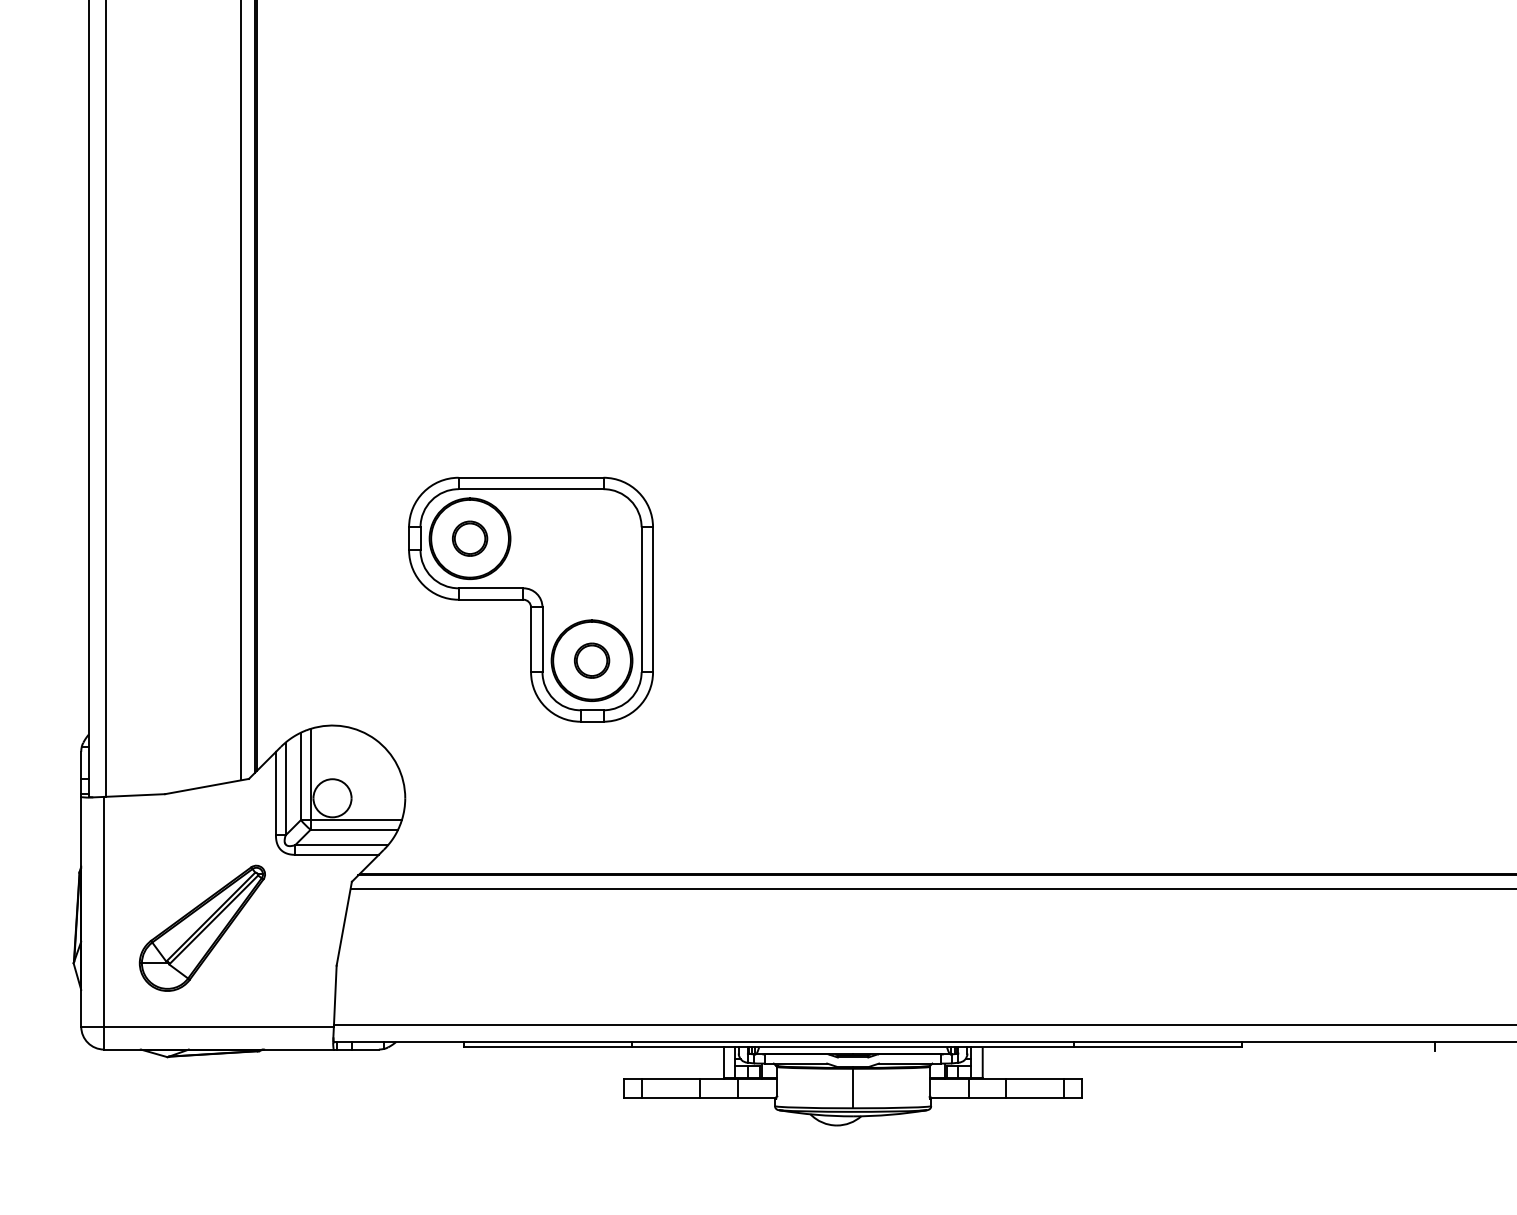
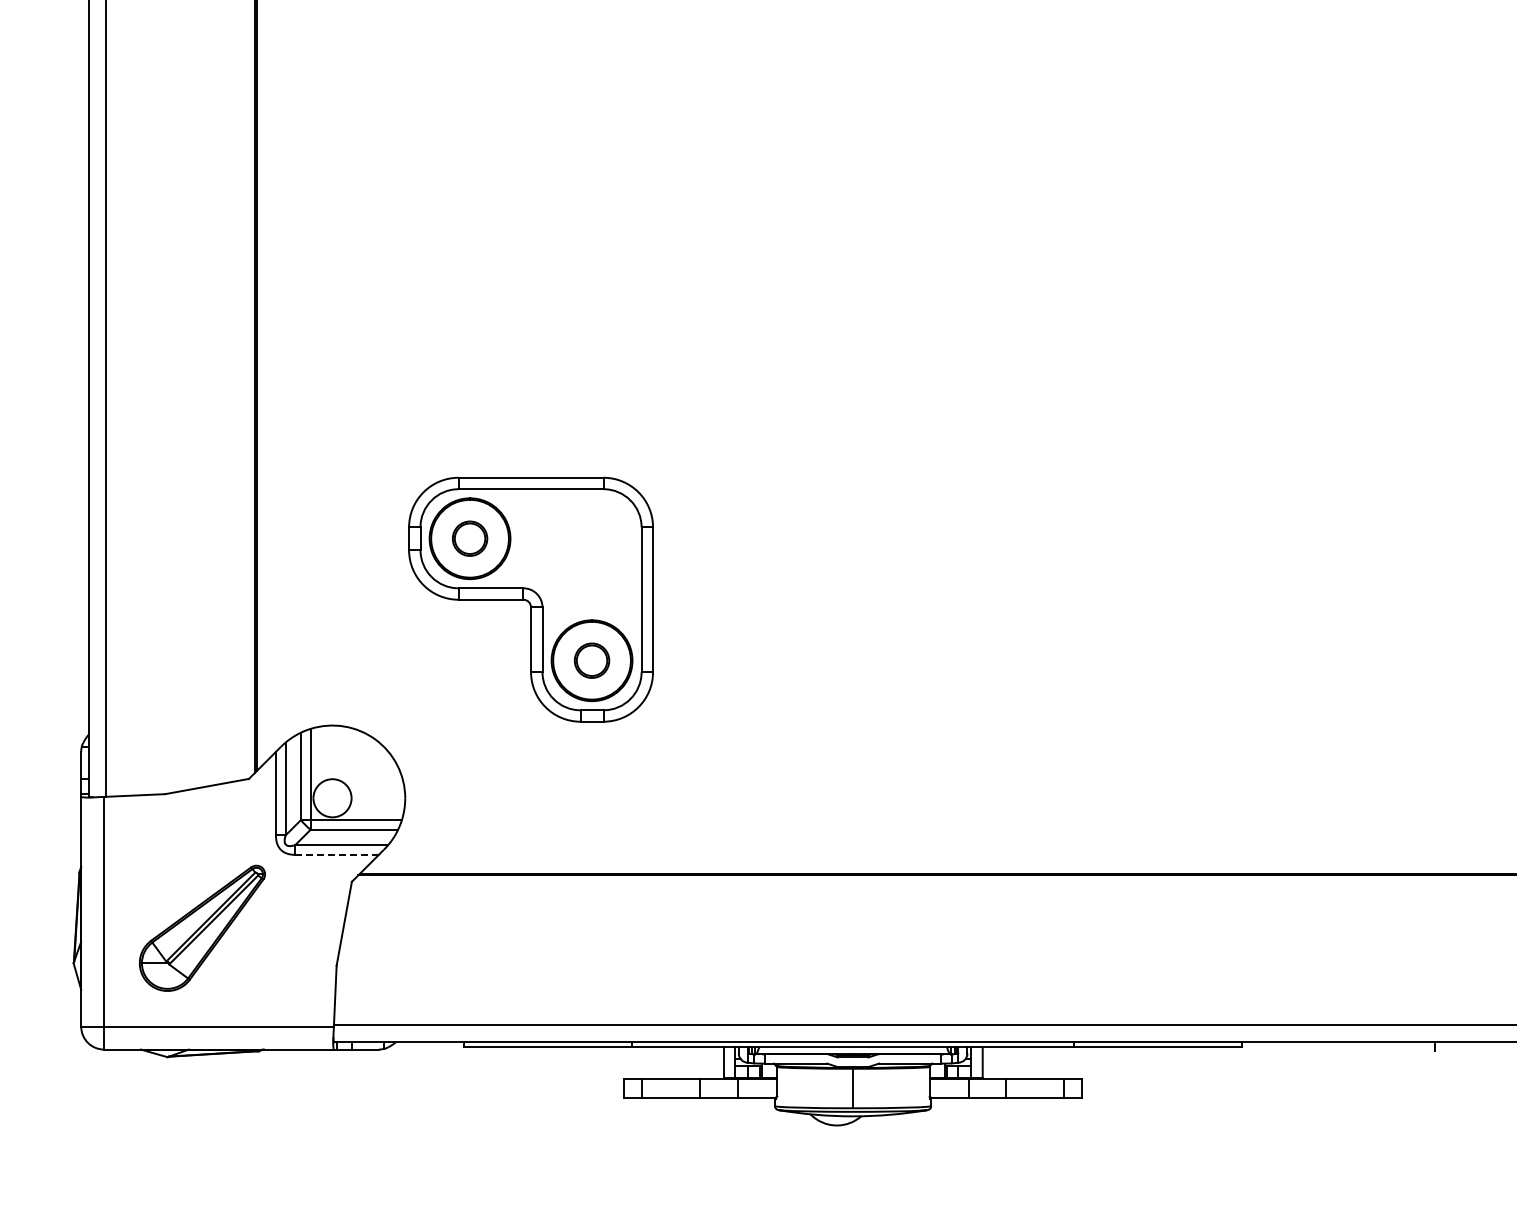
line at (241, 391): present -> none
line at (337, 854): solid -> dashed
line at (931, 889): present -> none
